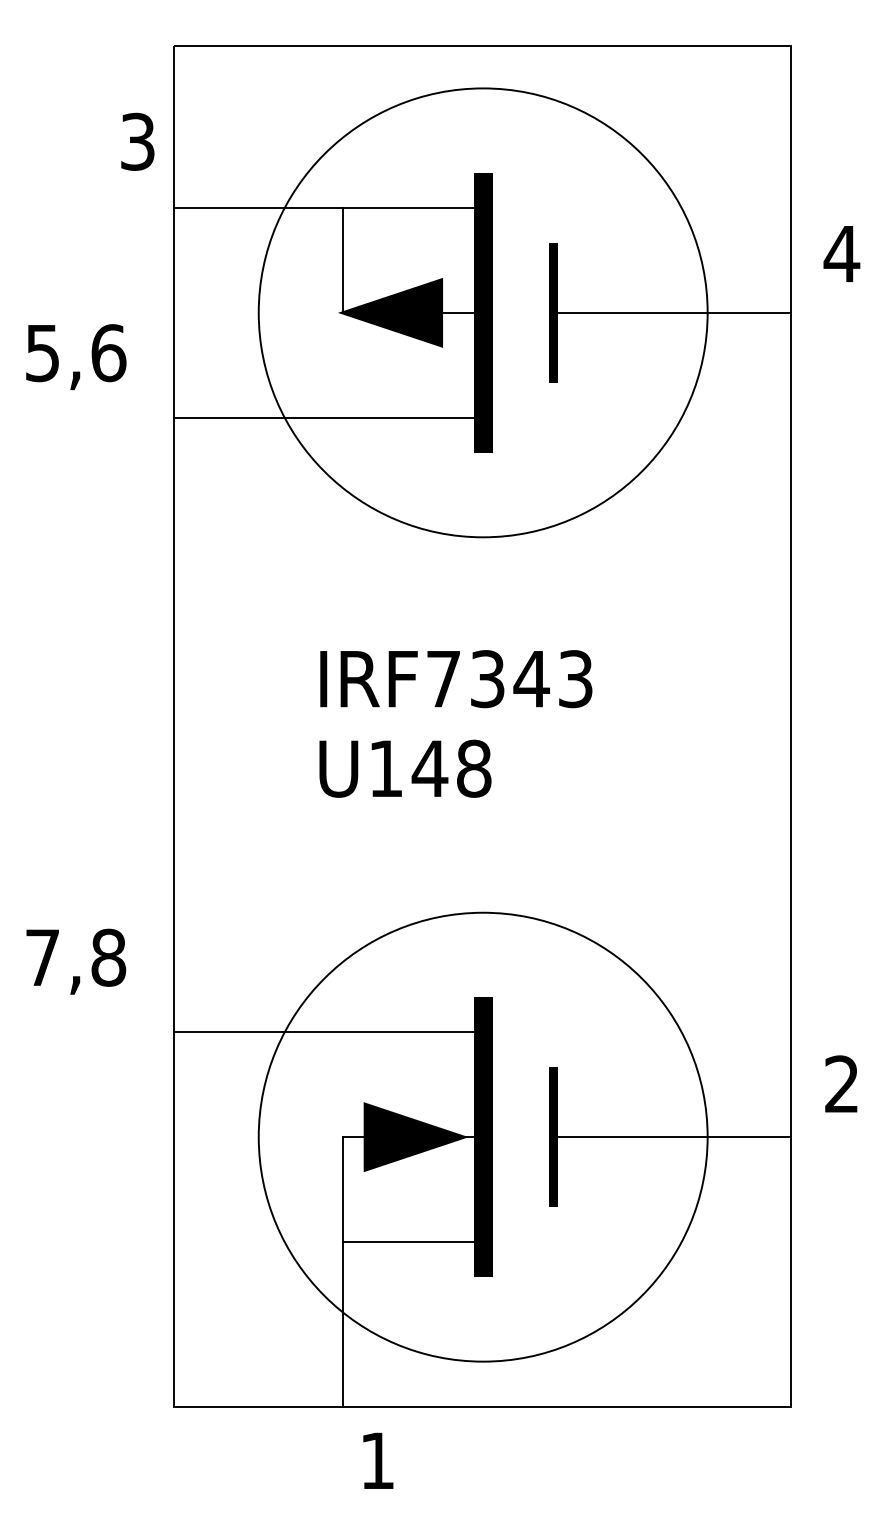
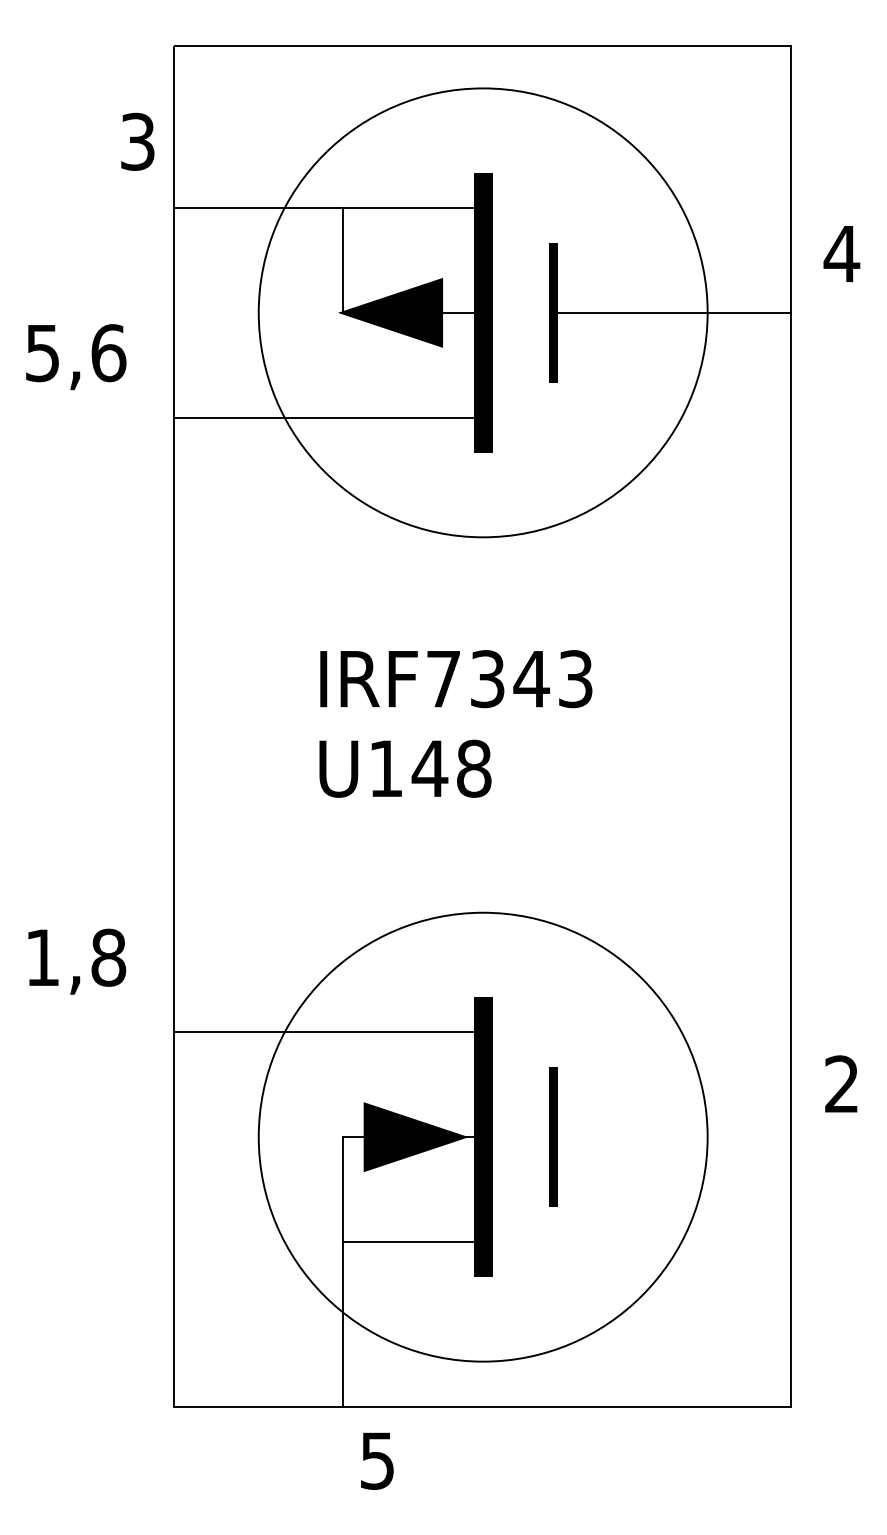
text at (42, 957): 7,8 -> 1,8
line at (672, 1137): present -> none
text at (377, 1460): 1 -> 5
